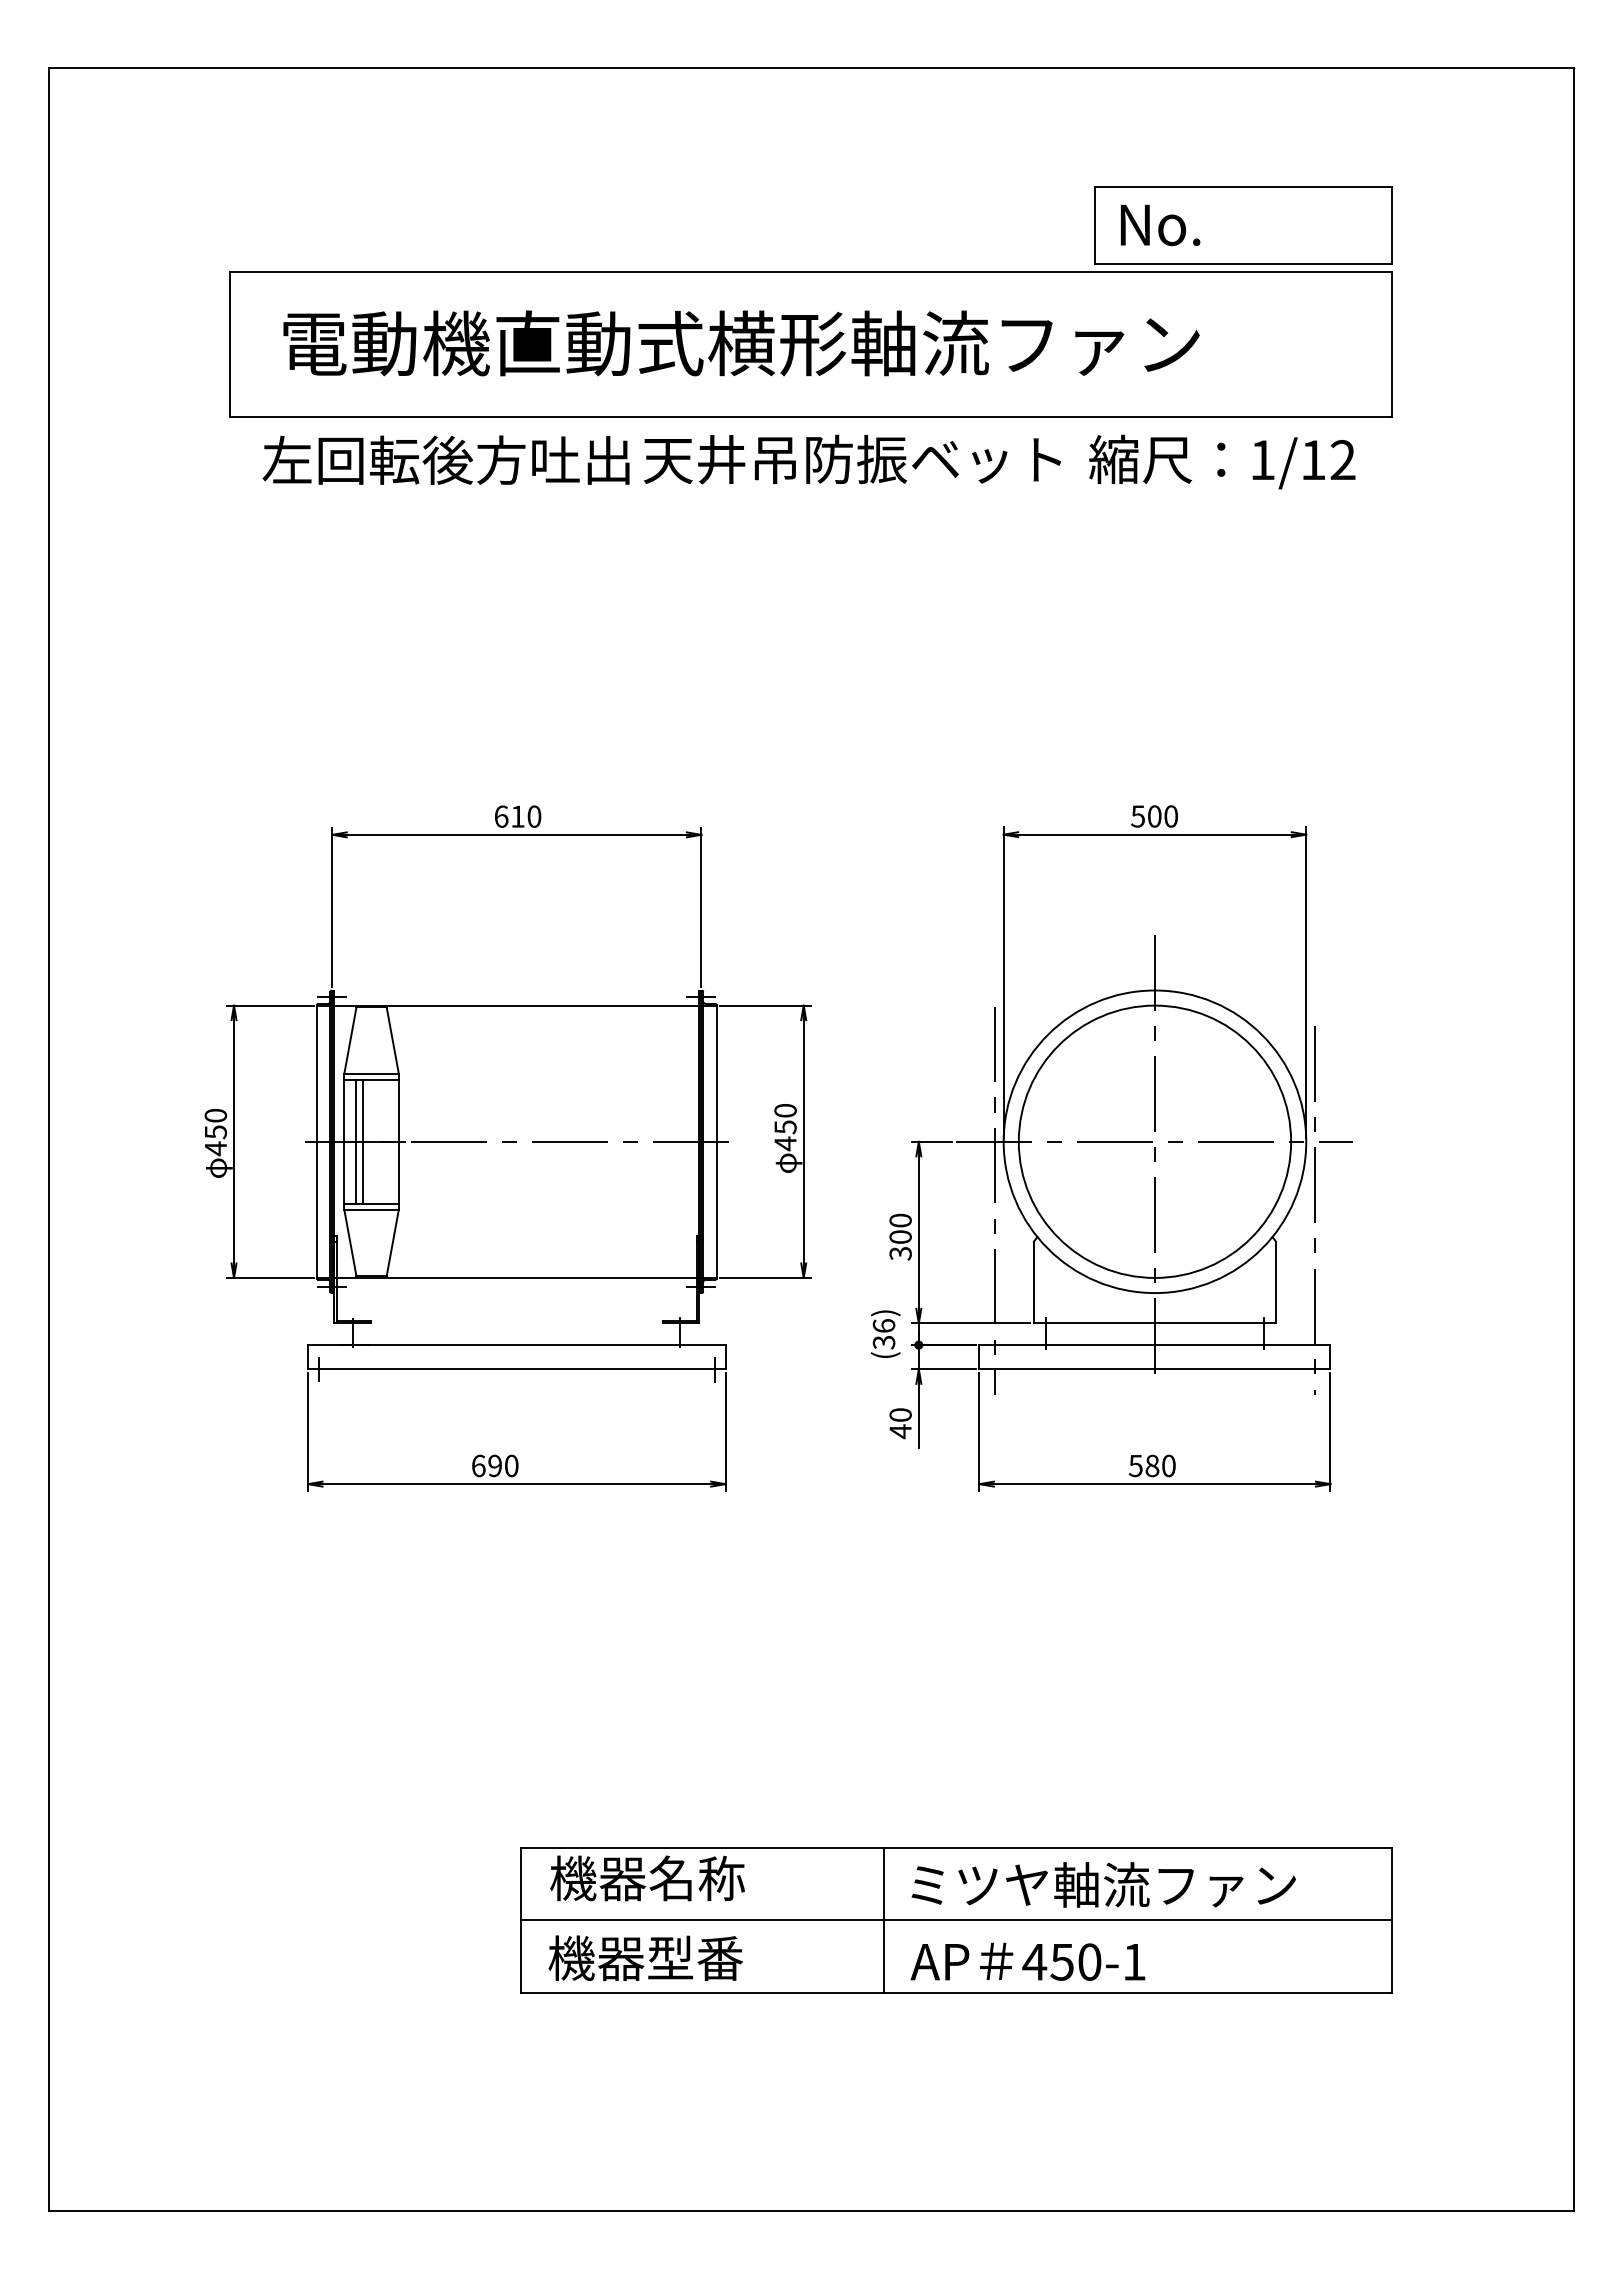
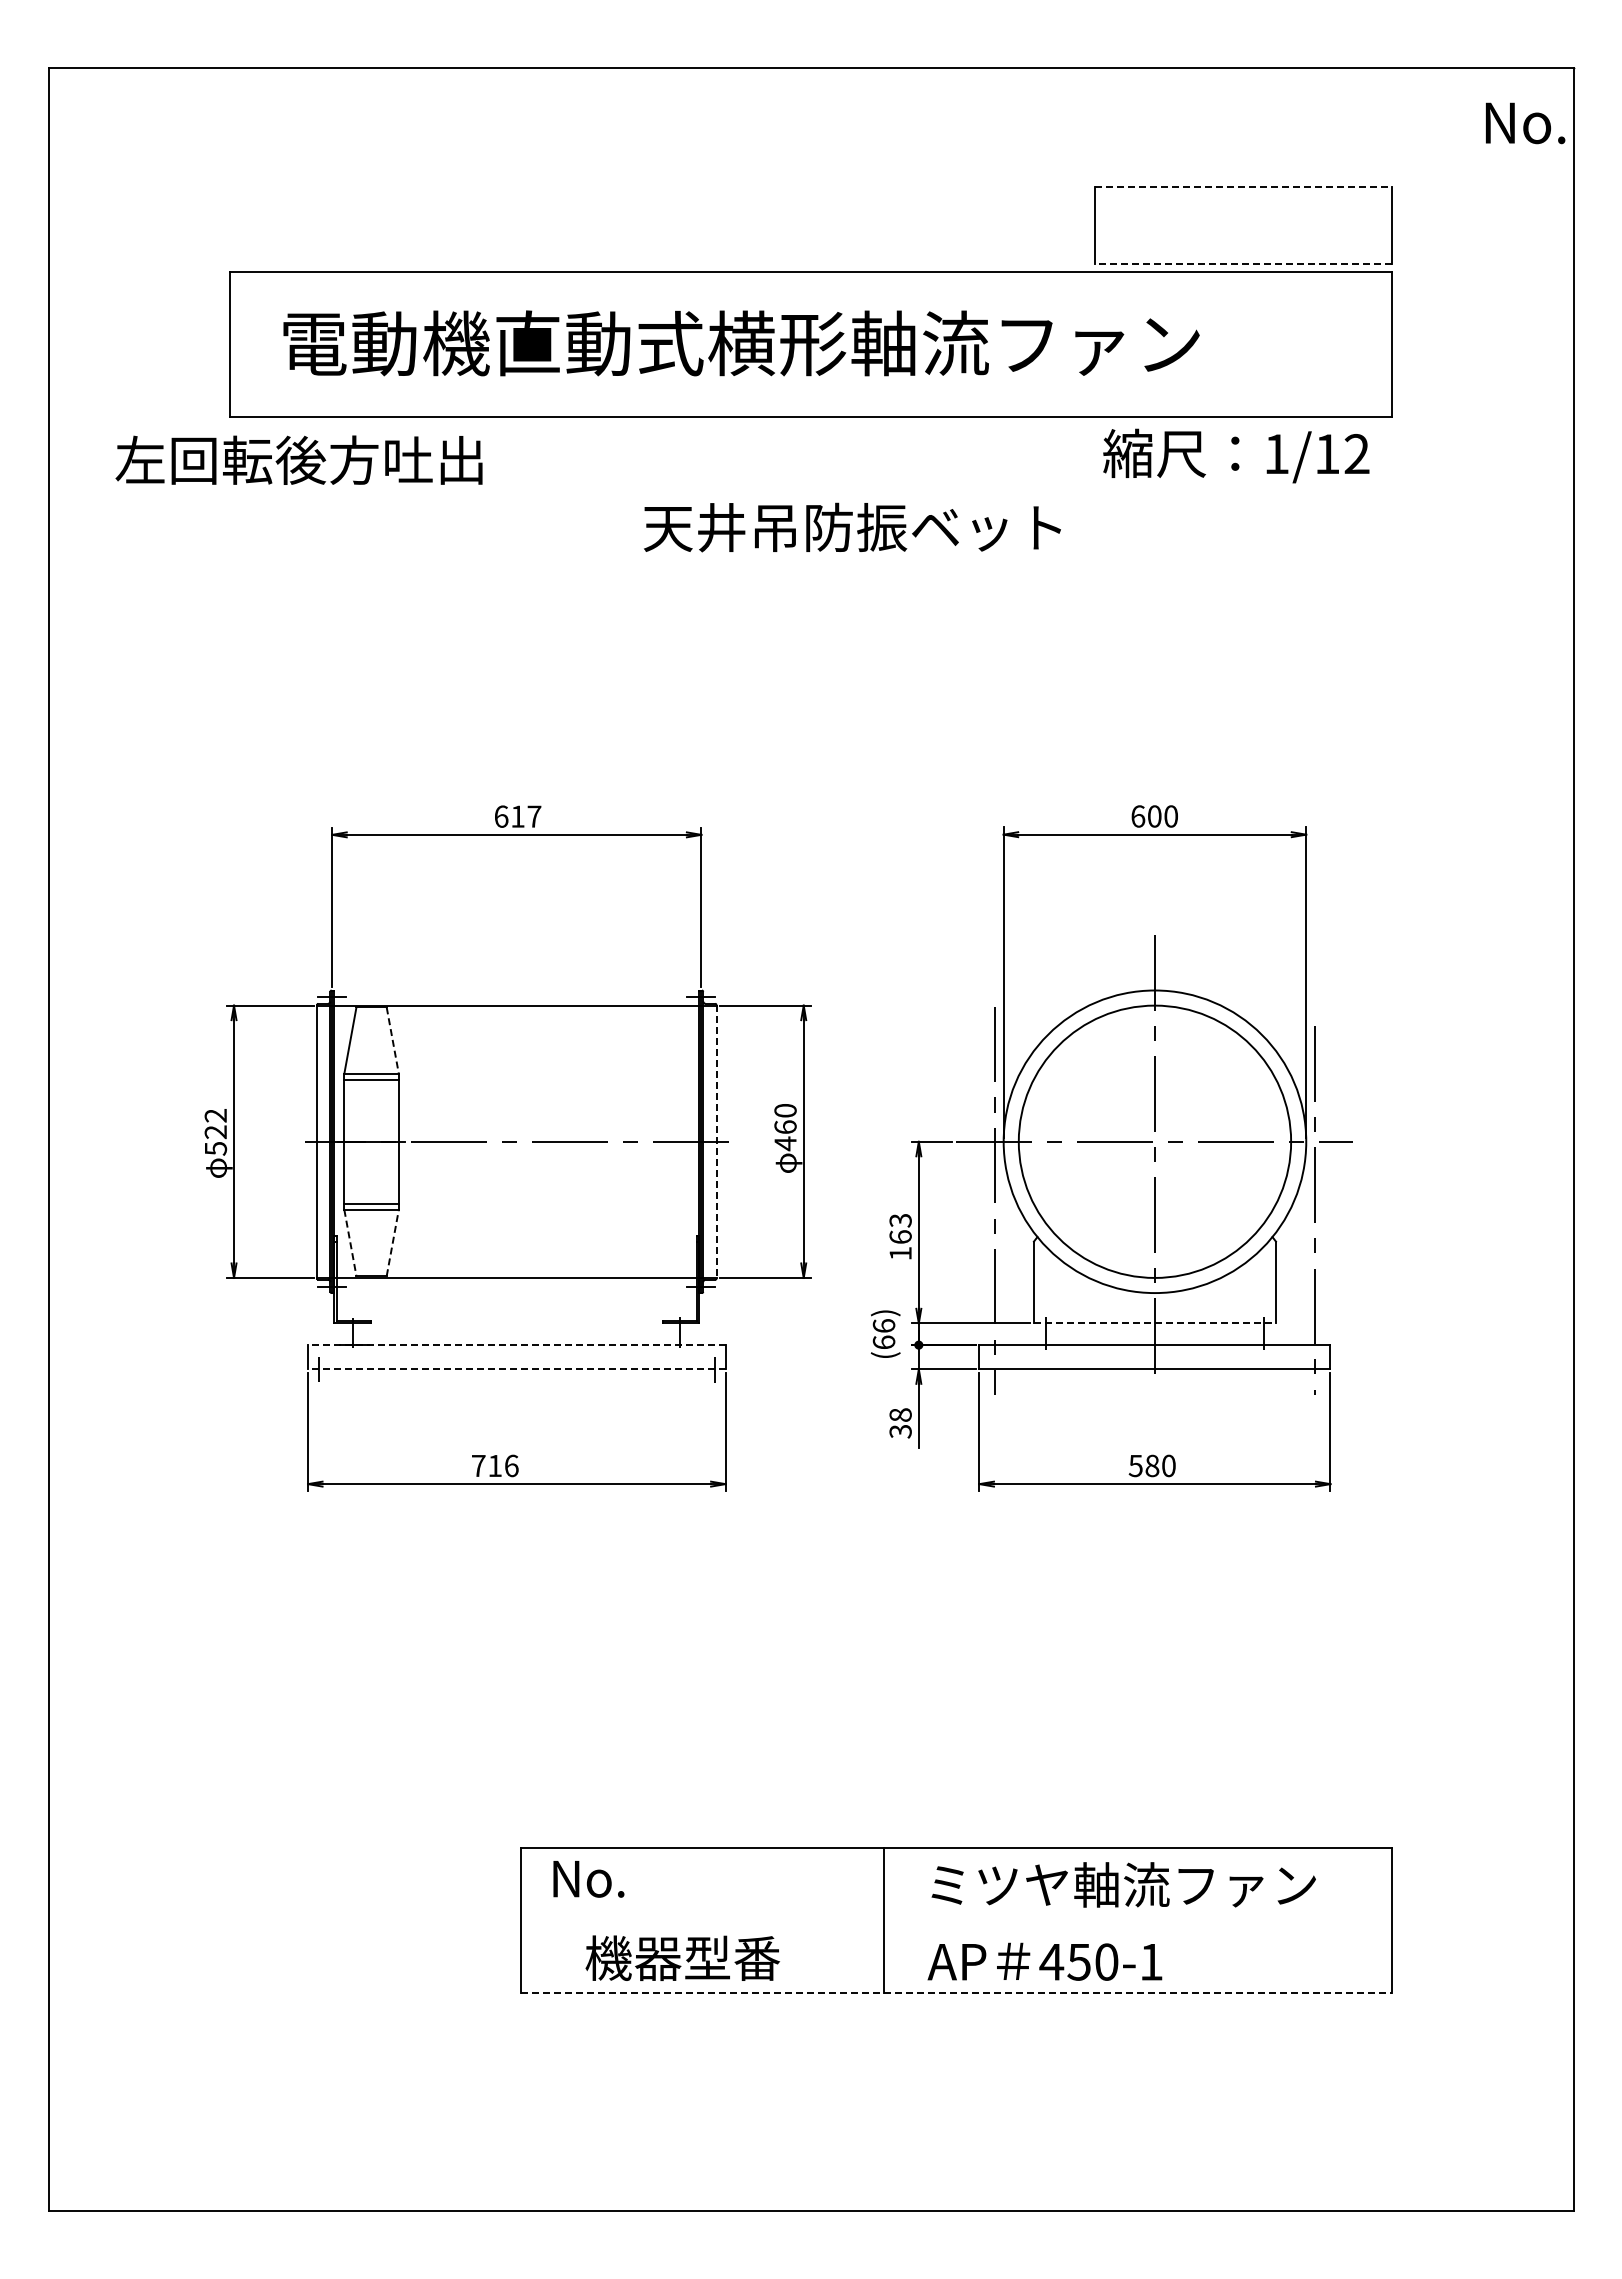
line at (1243, 186): solid -> dashed
text at (1160, 225) position: (1160, 225) -> (1525, 123)
line at (1243, 263): solid -> dashed
text at (445, 459) position: (445, 459) -> (298, 459)
text at (852, 459) position: (852, 459) -> (852, 527)
text at (1222, 461) position: (1222, 461) -> (1236, 455)
text at (534, 816): 610 -> 617
text at (1138, 816): 500 -> 600
line at (392, 1040): solid -> dashed
text at (785, 1127): 450 -> 460
text at (215, 1132): 450 -> 522
line at (356, 1141): present -> none
line at (362, 1141): present -> none
line at (716, 1141): solid -> dashed
text at (900, 1236): 300 -> 163
line at (350, 1243): solid -> dashed
line at (392, 1243): solid -> dashed
line at (1155, 1323): solid -> dashed
text at (883, 1342): (36) -> (66)
line at (516, 1345): solid -> dashed
line at (516, 1369): solid -> dashed
text at (900, 1423): 40 -> 38
text at (495, 1465): 690 -> 716
text at (647, 1878): 機器名称 -> No.
text at (1103, 1884) position: (1103, 1884) -> (1123, 1884)
line at (955, 1920): present -> none
text at (645, 1957) position: (645, 1957) -> (682, 1957)
text at (1027, 1961) position: (1027, 1961) -> (1044, 1961)
line at (956, 1992): solid -> dashed
